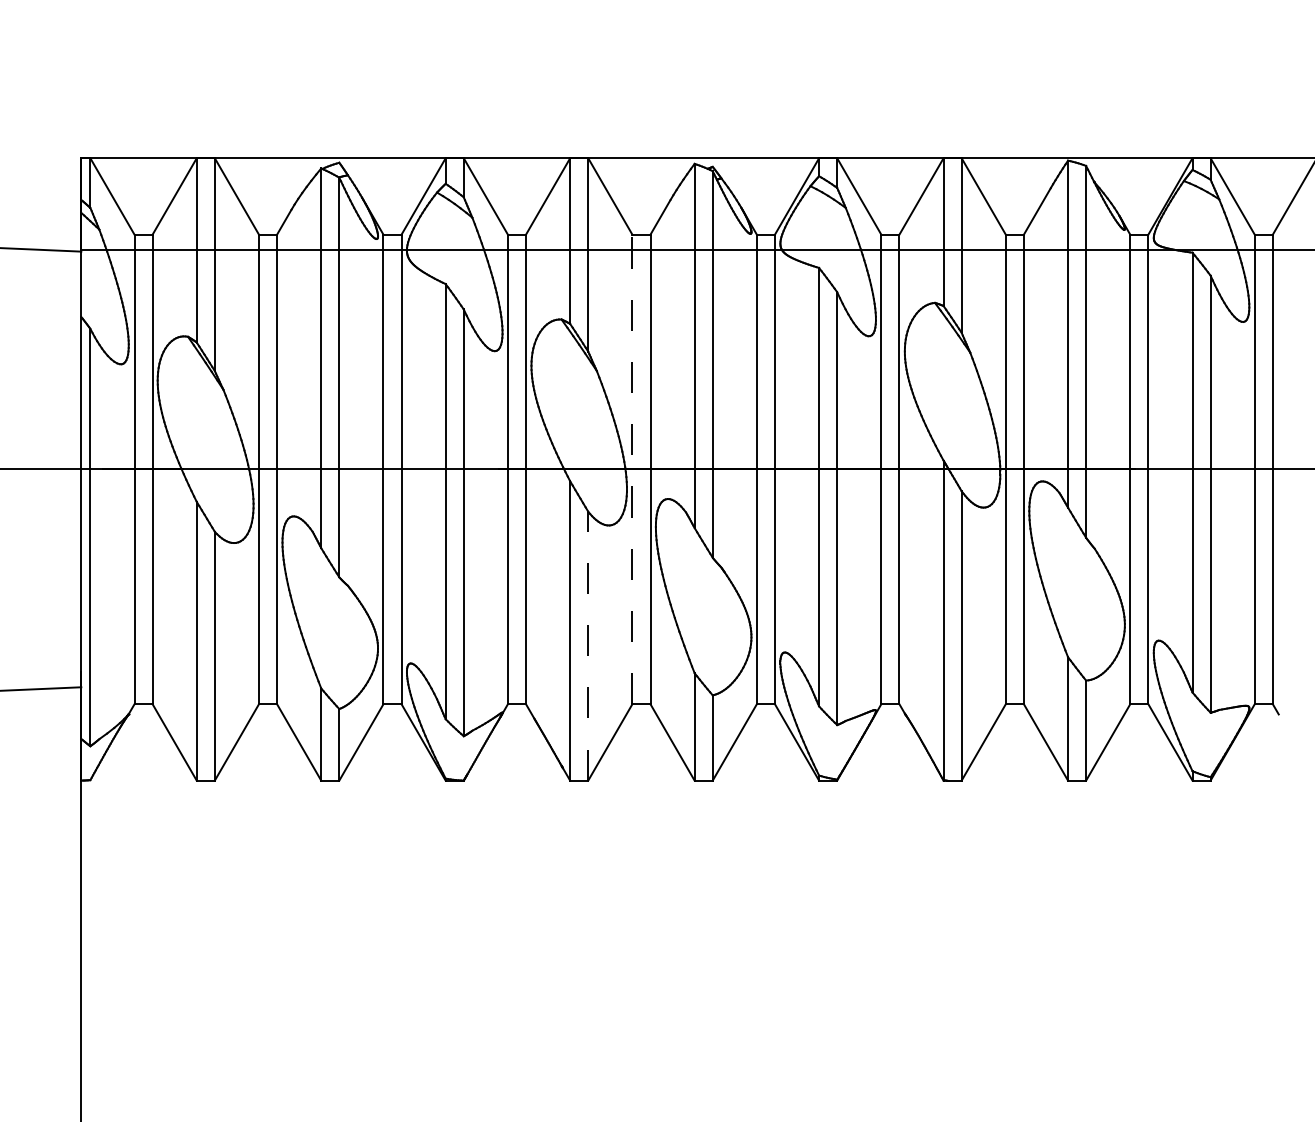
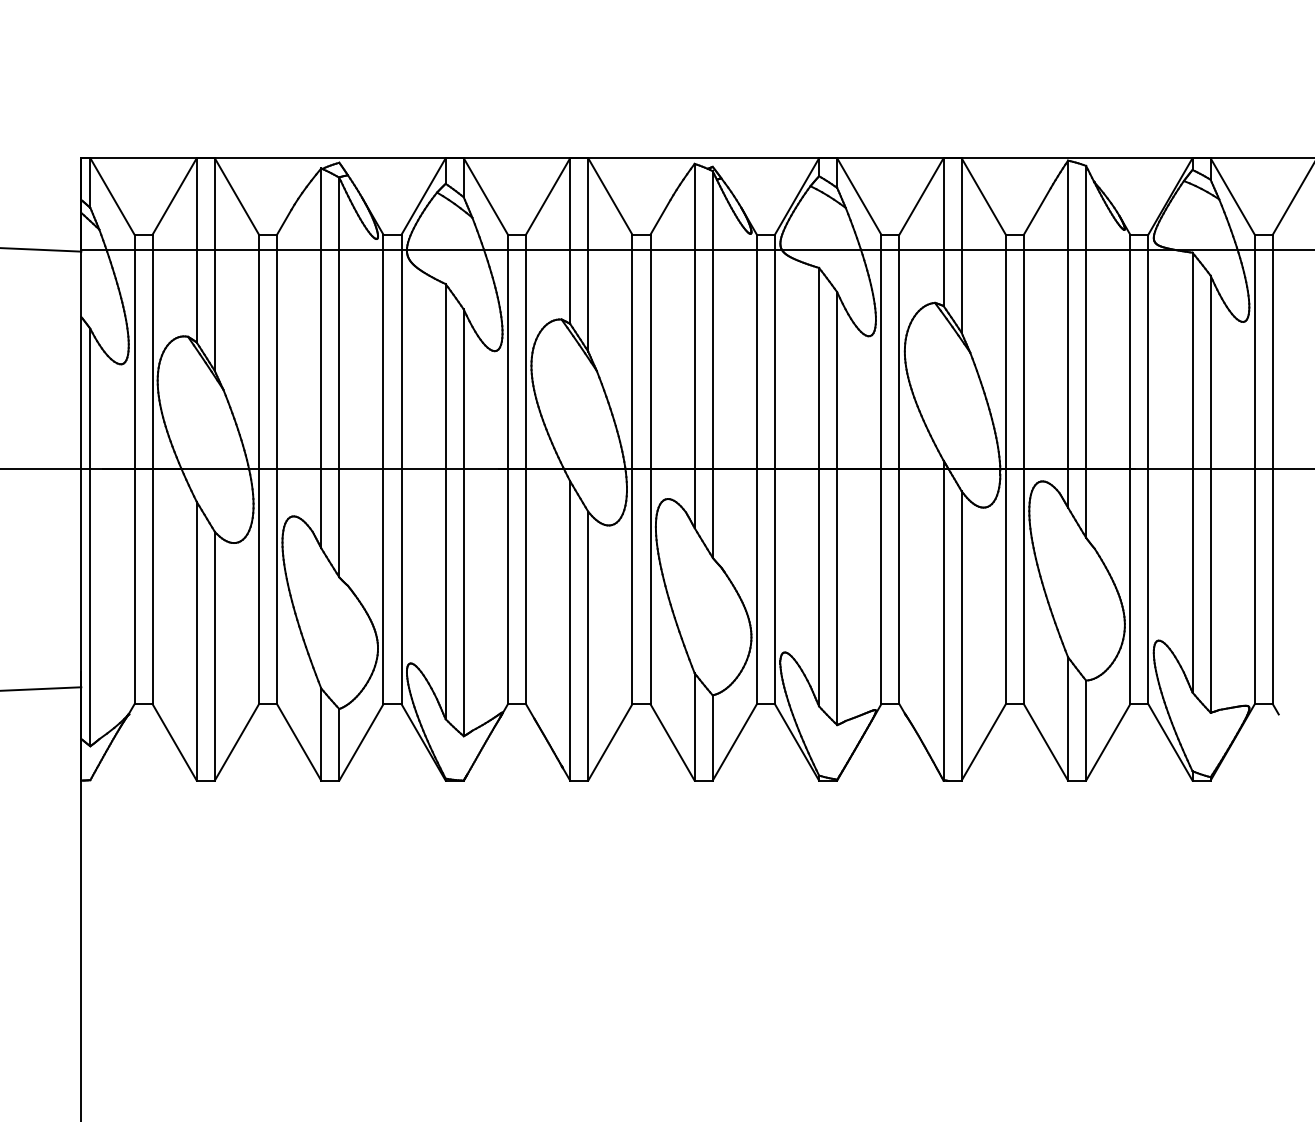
line at (632, 469): dashed -> solid
line at (588, 645): dashed -> solid
